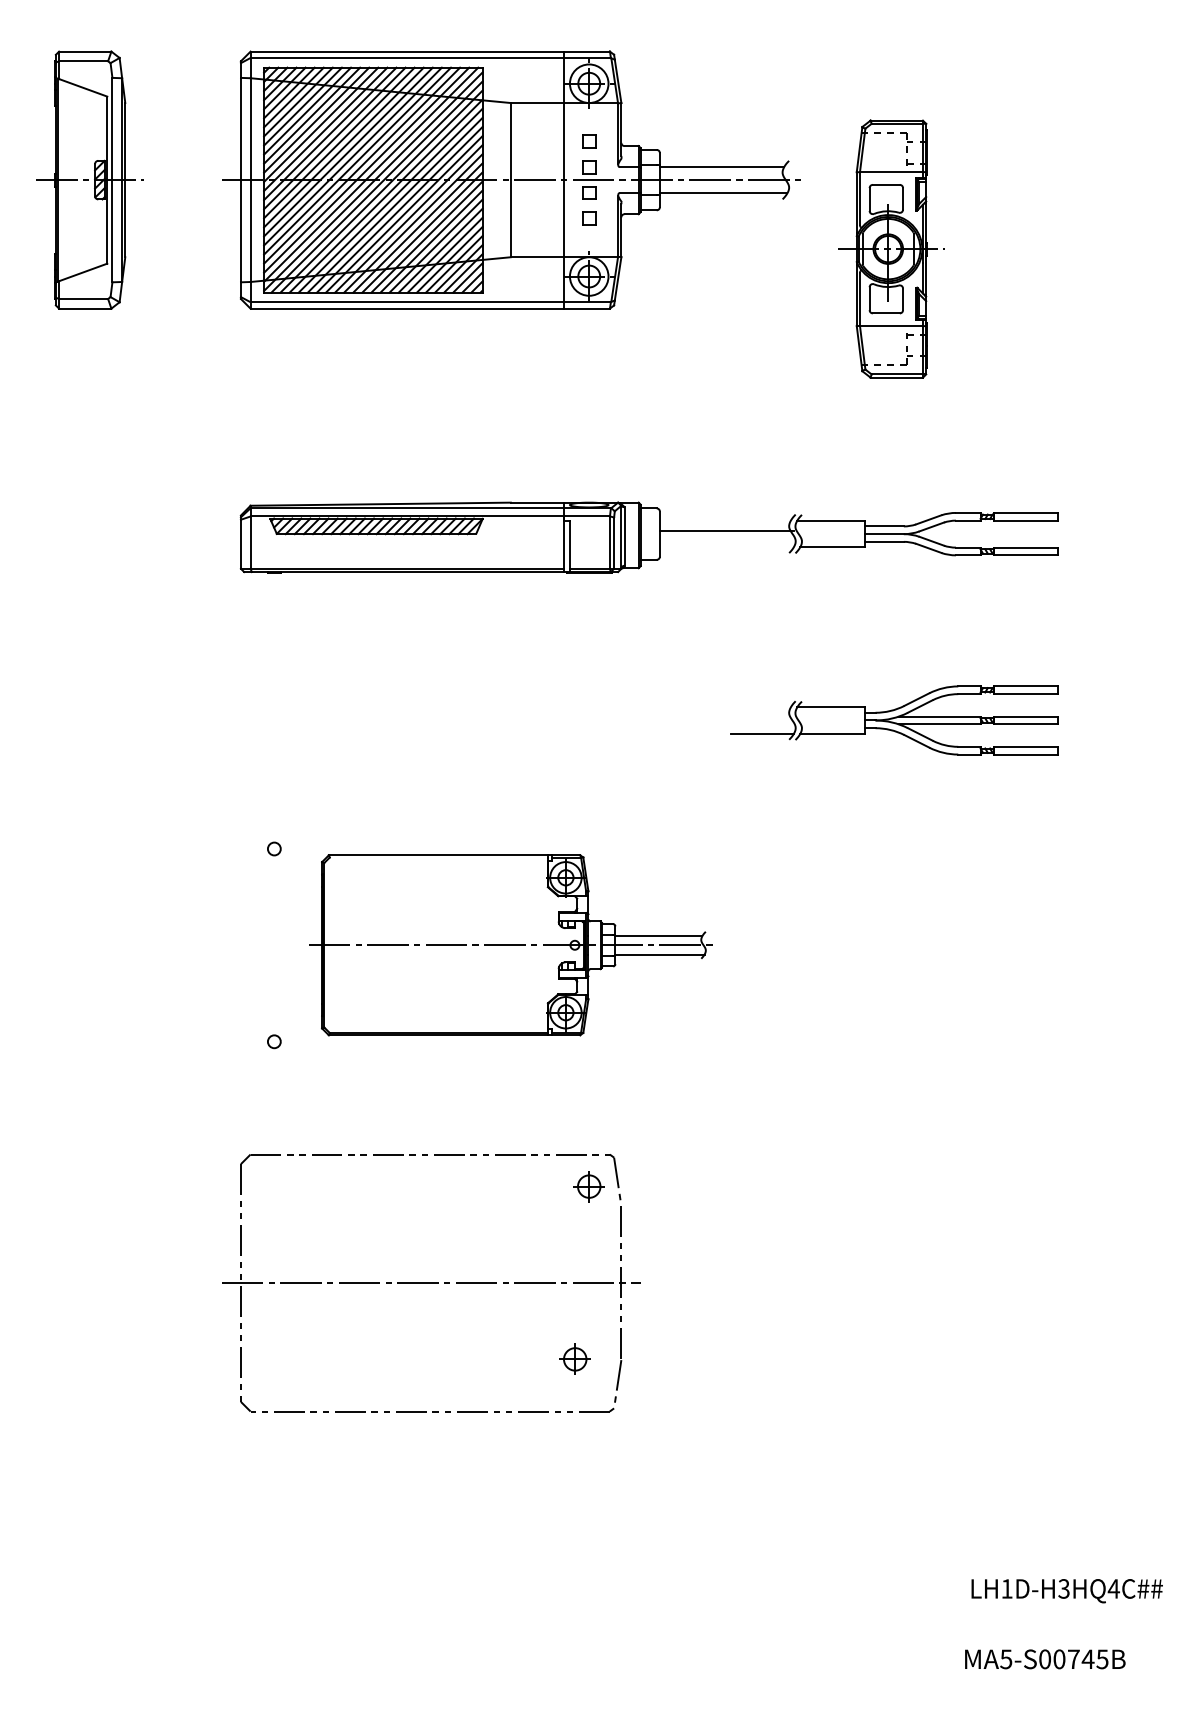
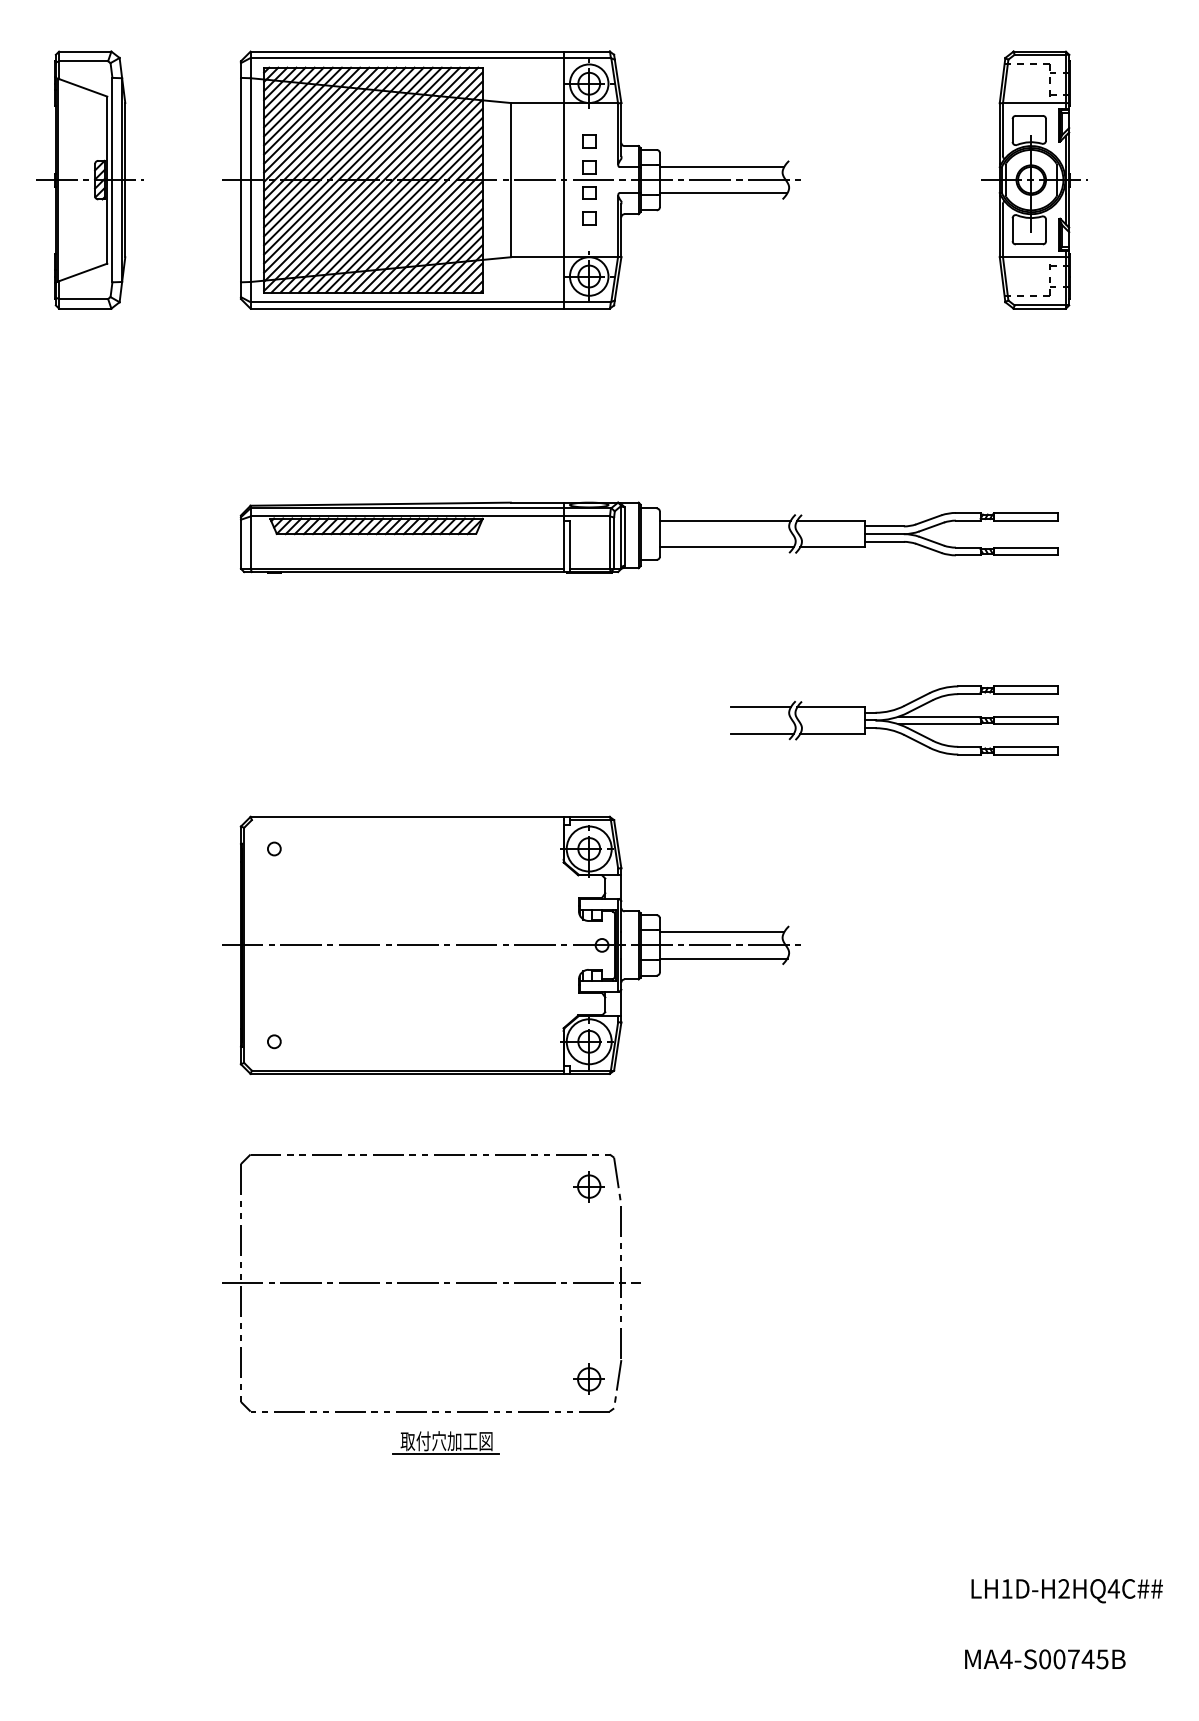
part at (891, 248) position: (891, 248) -> (1034, 179)
line at (724, 520): none -> present
line at (726, 531) position: (726, 531) -> (726, 547)
line at (760, 707): none -> present
part at (510, 945) size: 404x183 px -> 579x260 px
part at (574, 1358) position: (574, 1358) -> (588, 1378)
part at (445, 1442): none -> present
text at (1063, 1588): LH1D-H3HQ4C## -> LH1D-H2HQ4C##
text at (1005, 1659): MA5-S00745B -> MA4-S00745B
